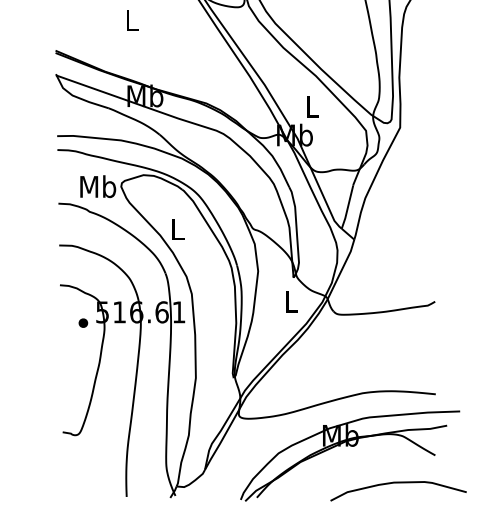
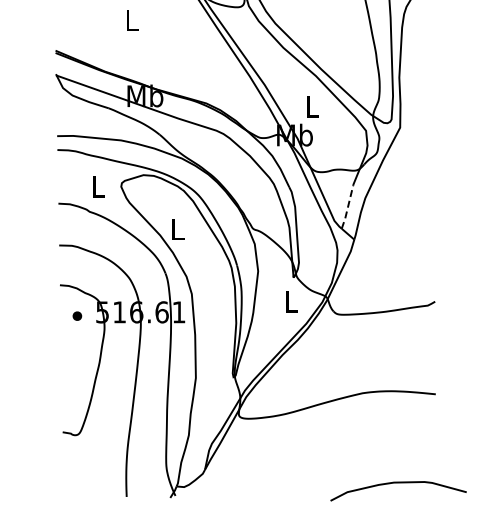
text at (98, 186): Mb -> L
line at (347, 207): solid -> dashed
part at (83, 322) position: (83, 322) -> (77, 315)
part at (350, 446): present -> none
